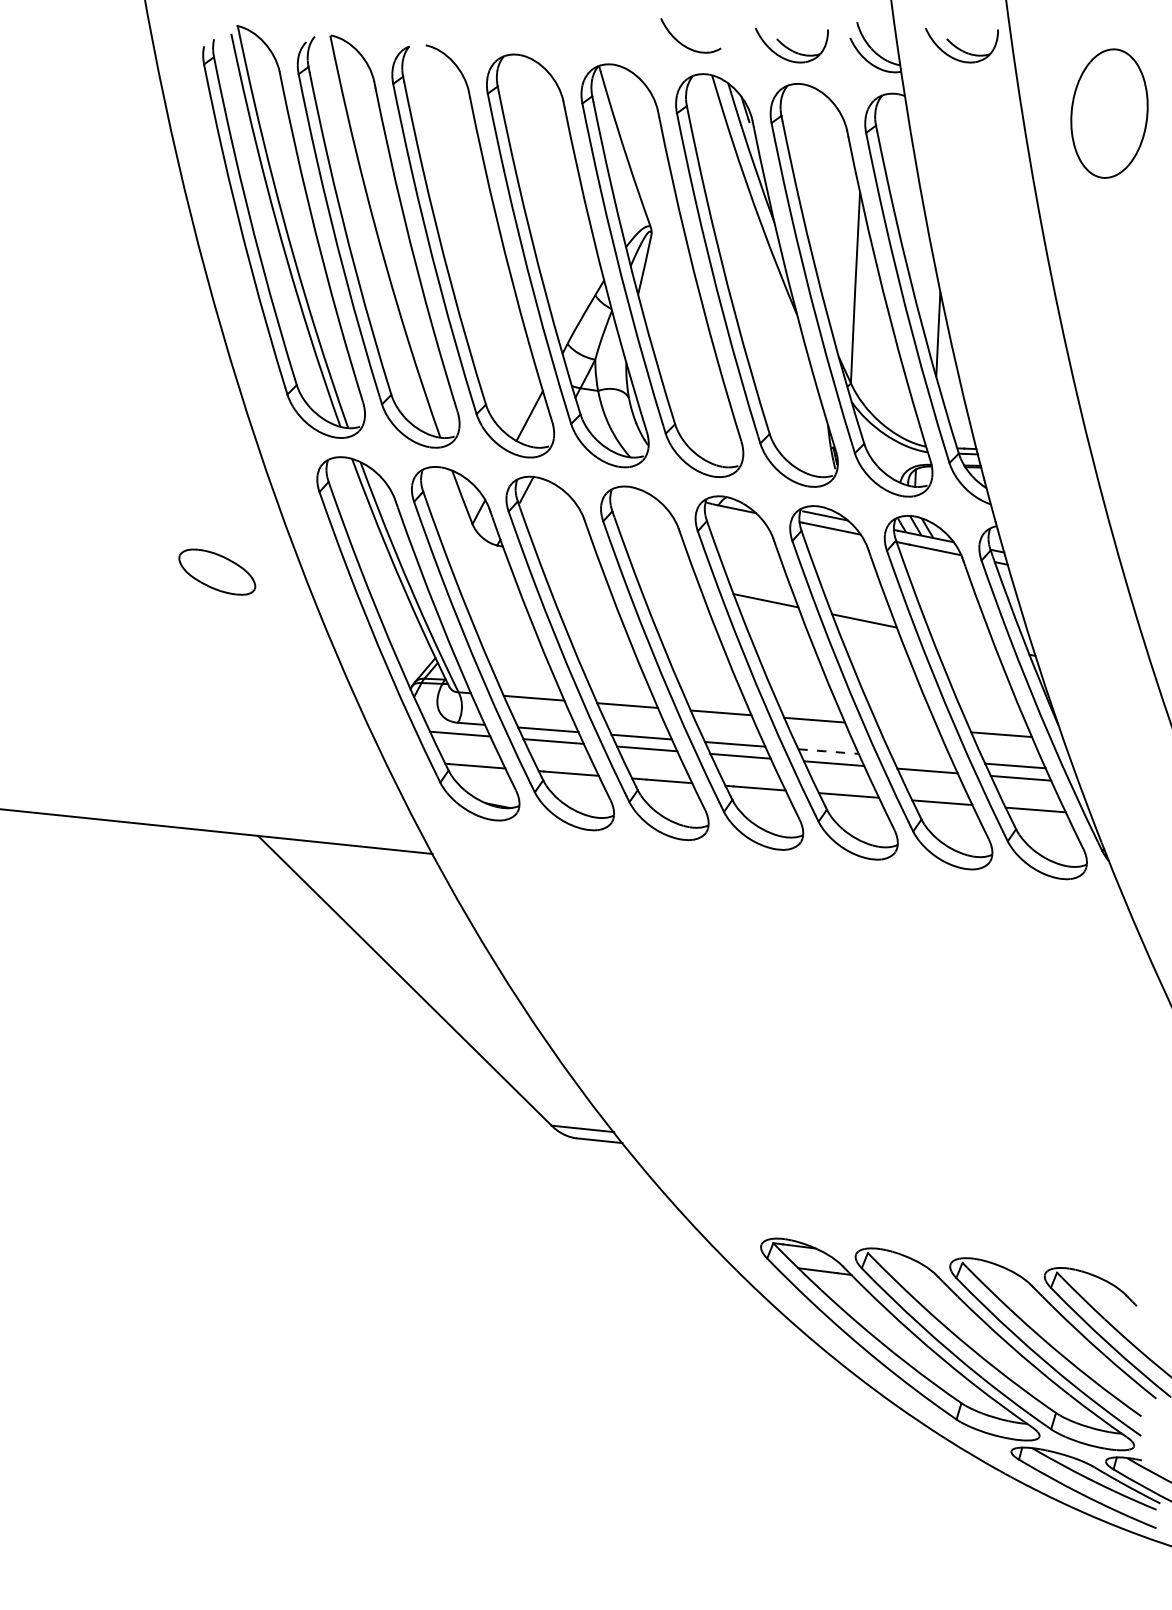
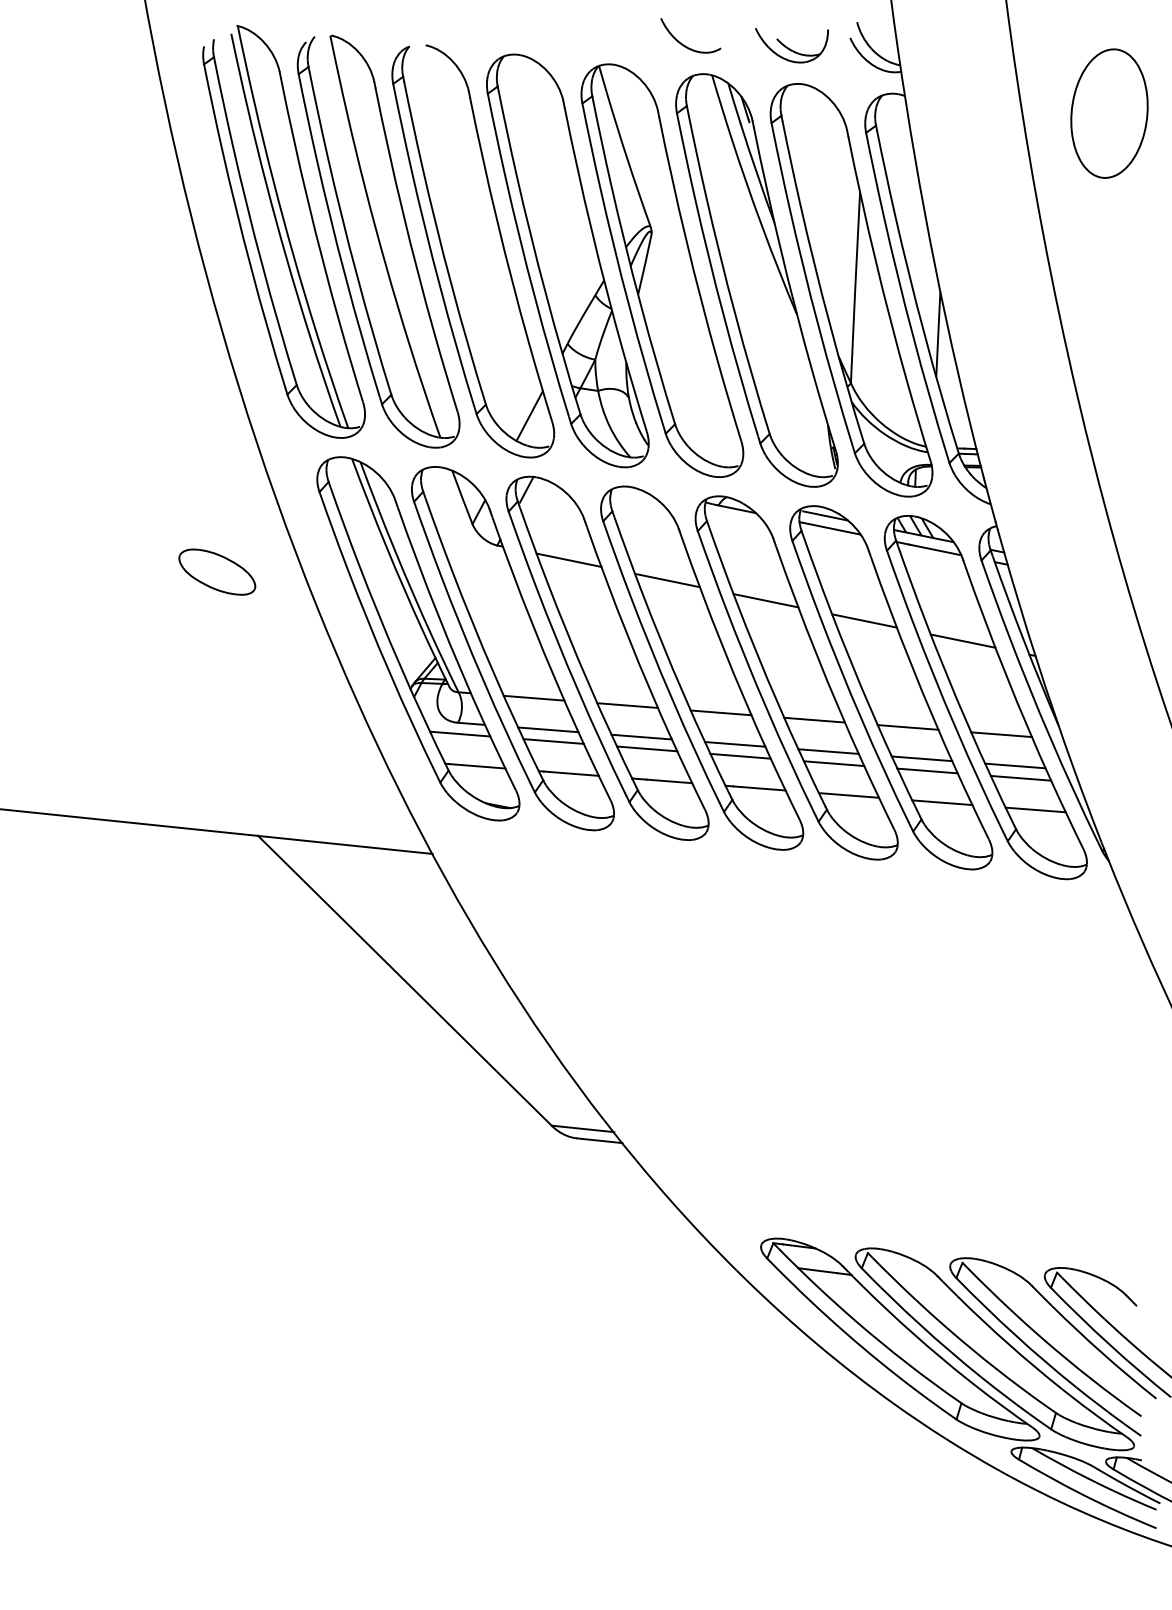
part at (961, 45): present -> none
line at (568, 559): none -> present
line at (667, 580): none -> present
line at (962, 640): none -> present
line at (907, 727): none -> present
line at (829, 751): dashed -> solid
line at (921, 758): none -> present
